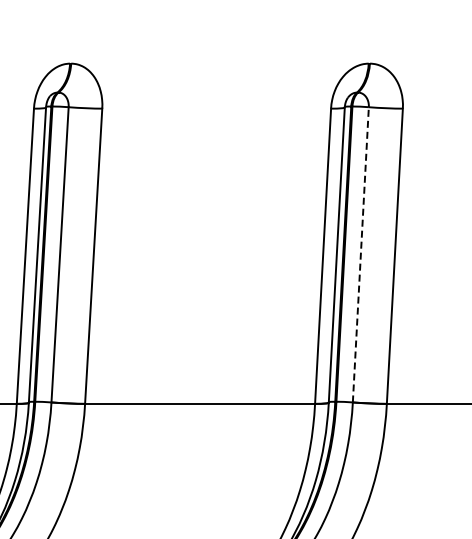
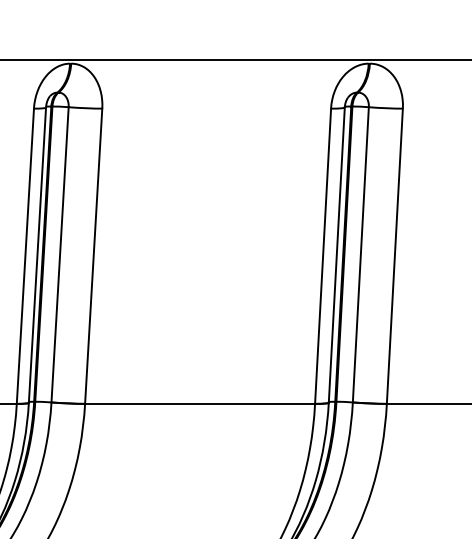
line at (235, 59): none -> present
line at (360, 254): dashed -> solid
